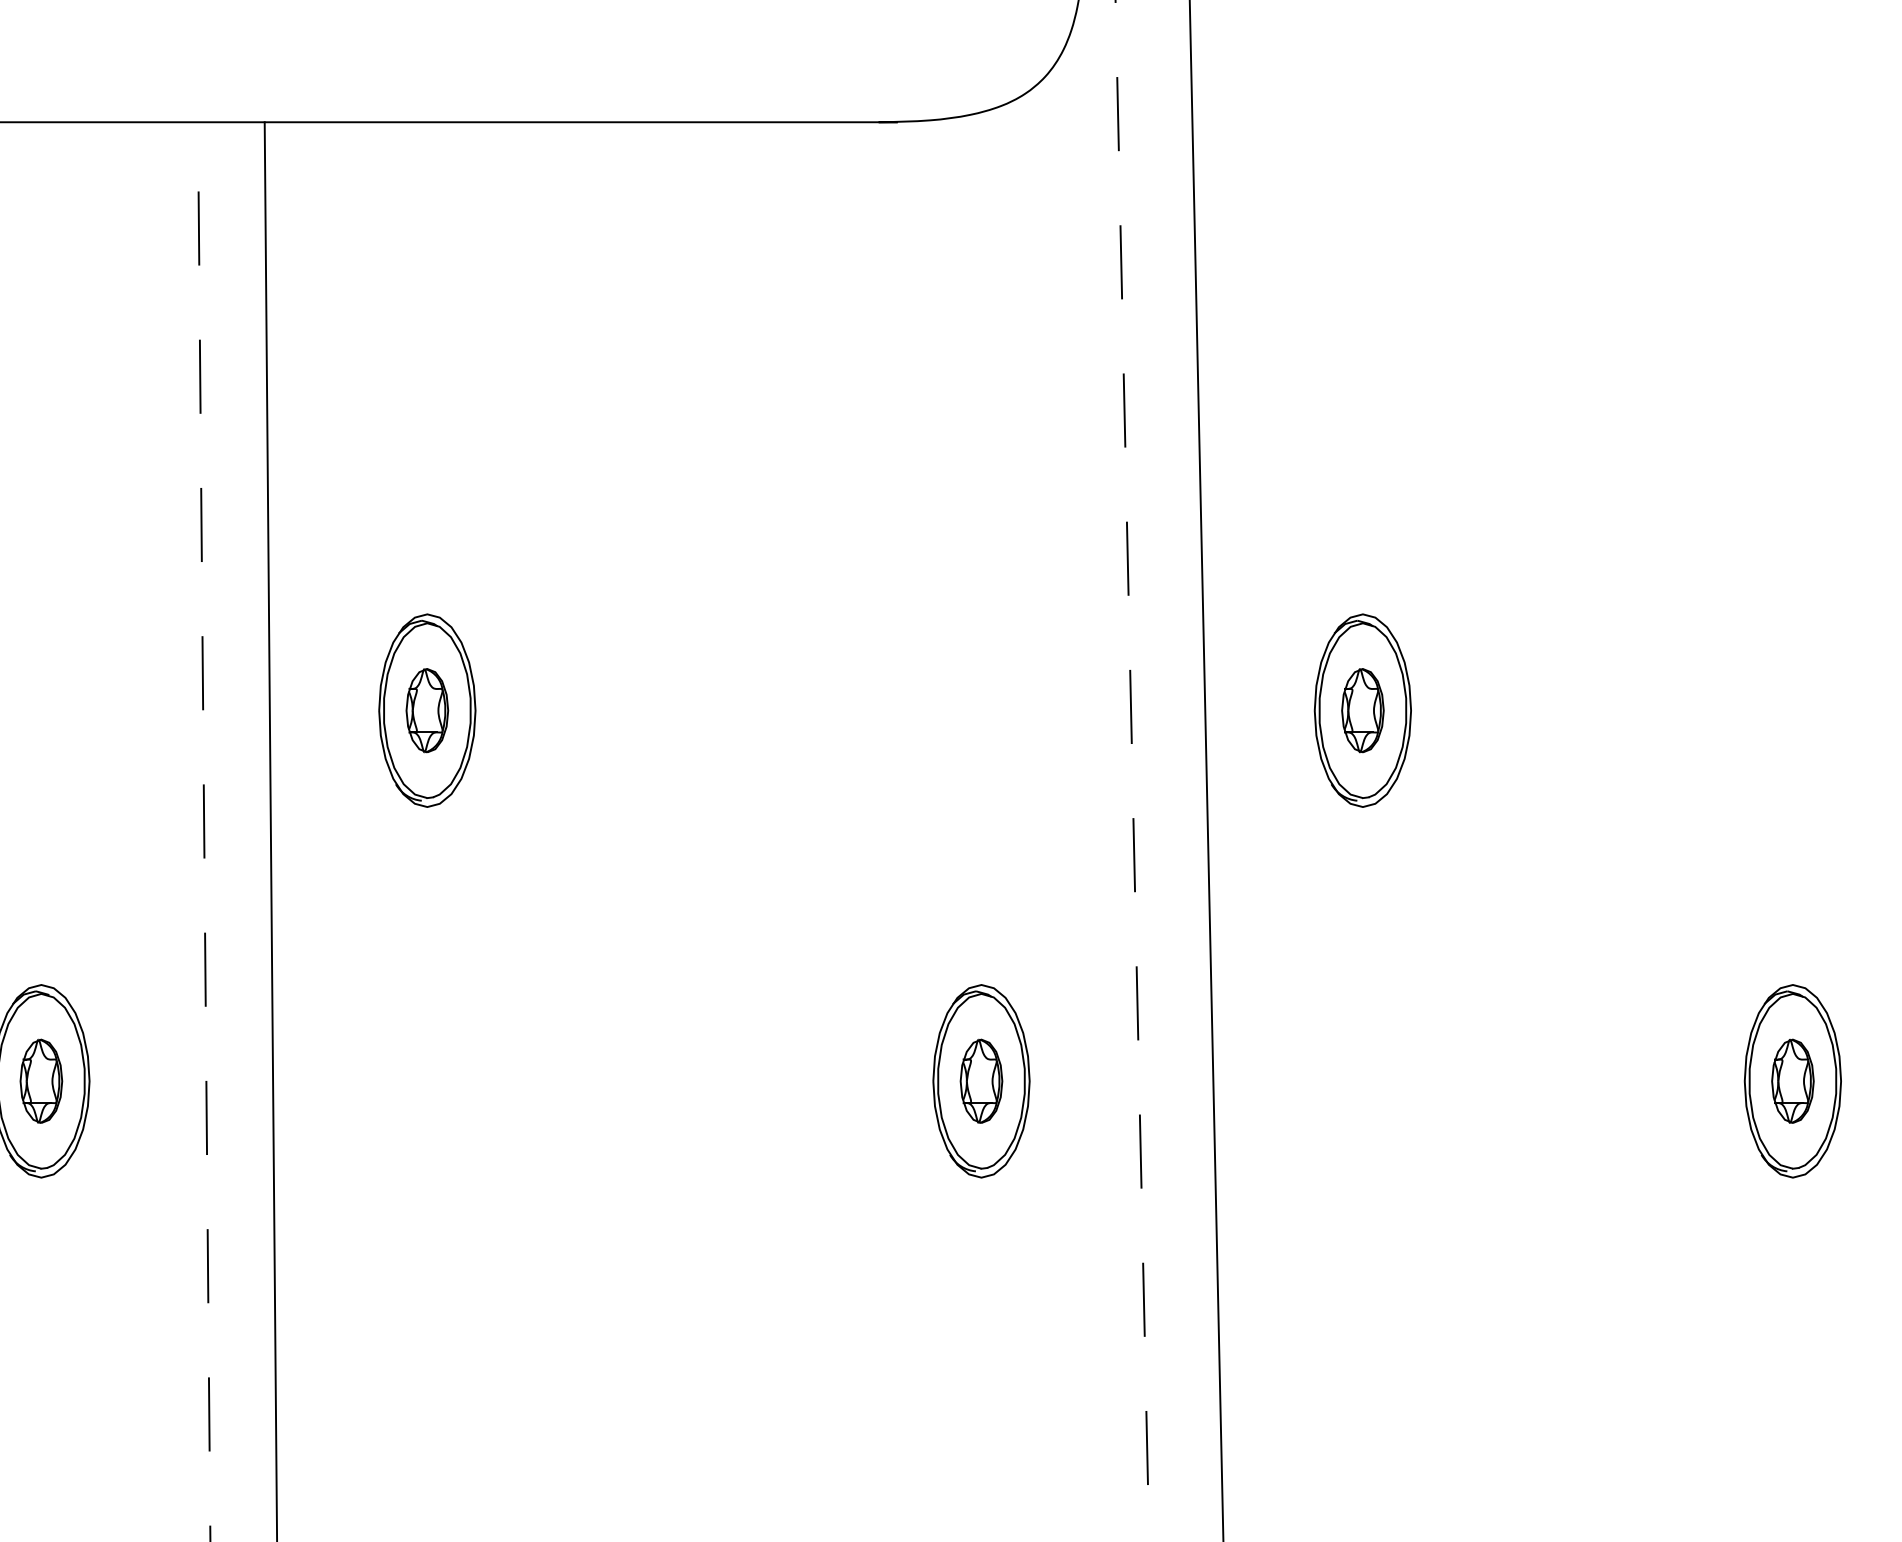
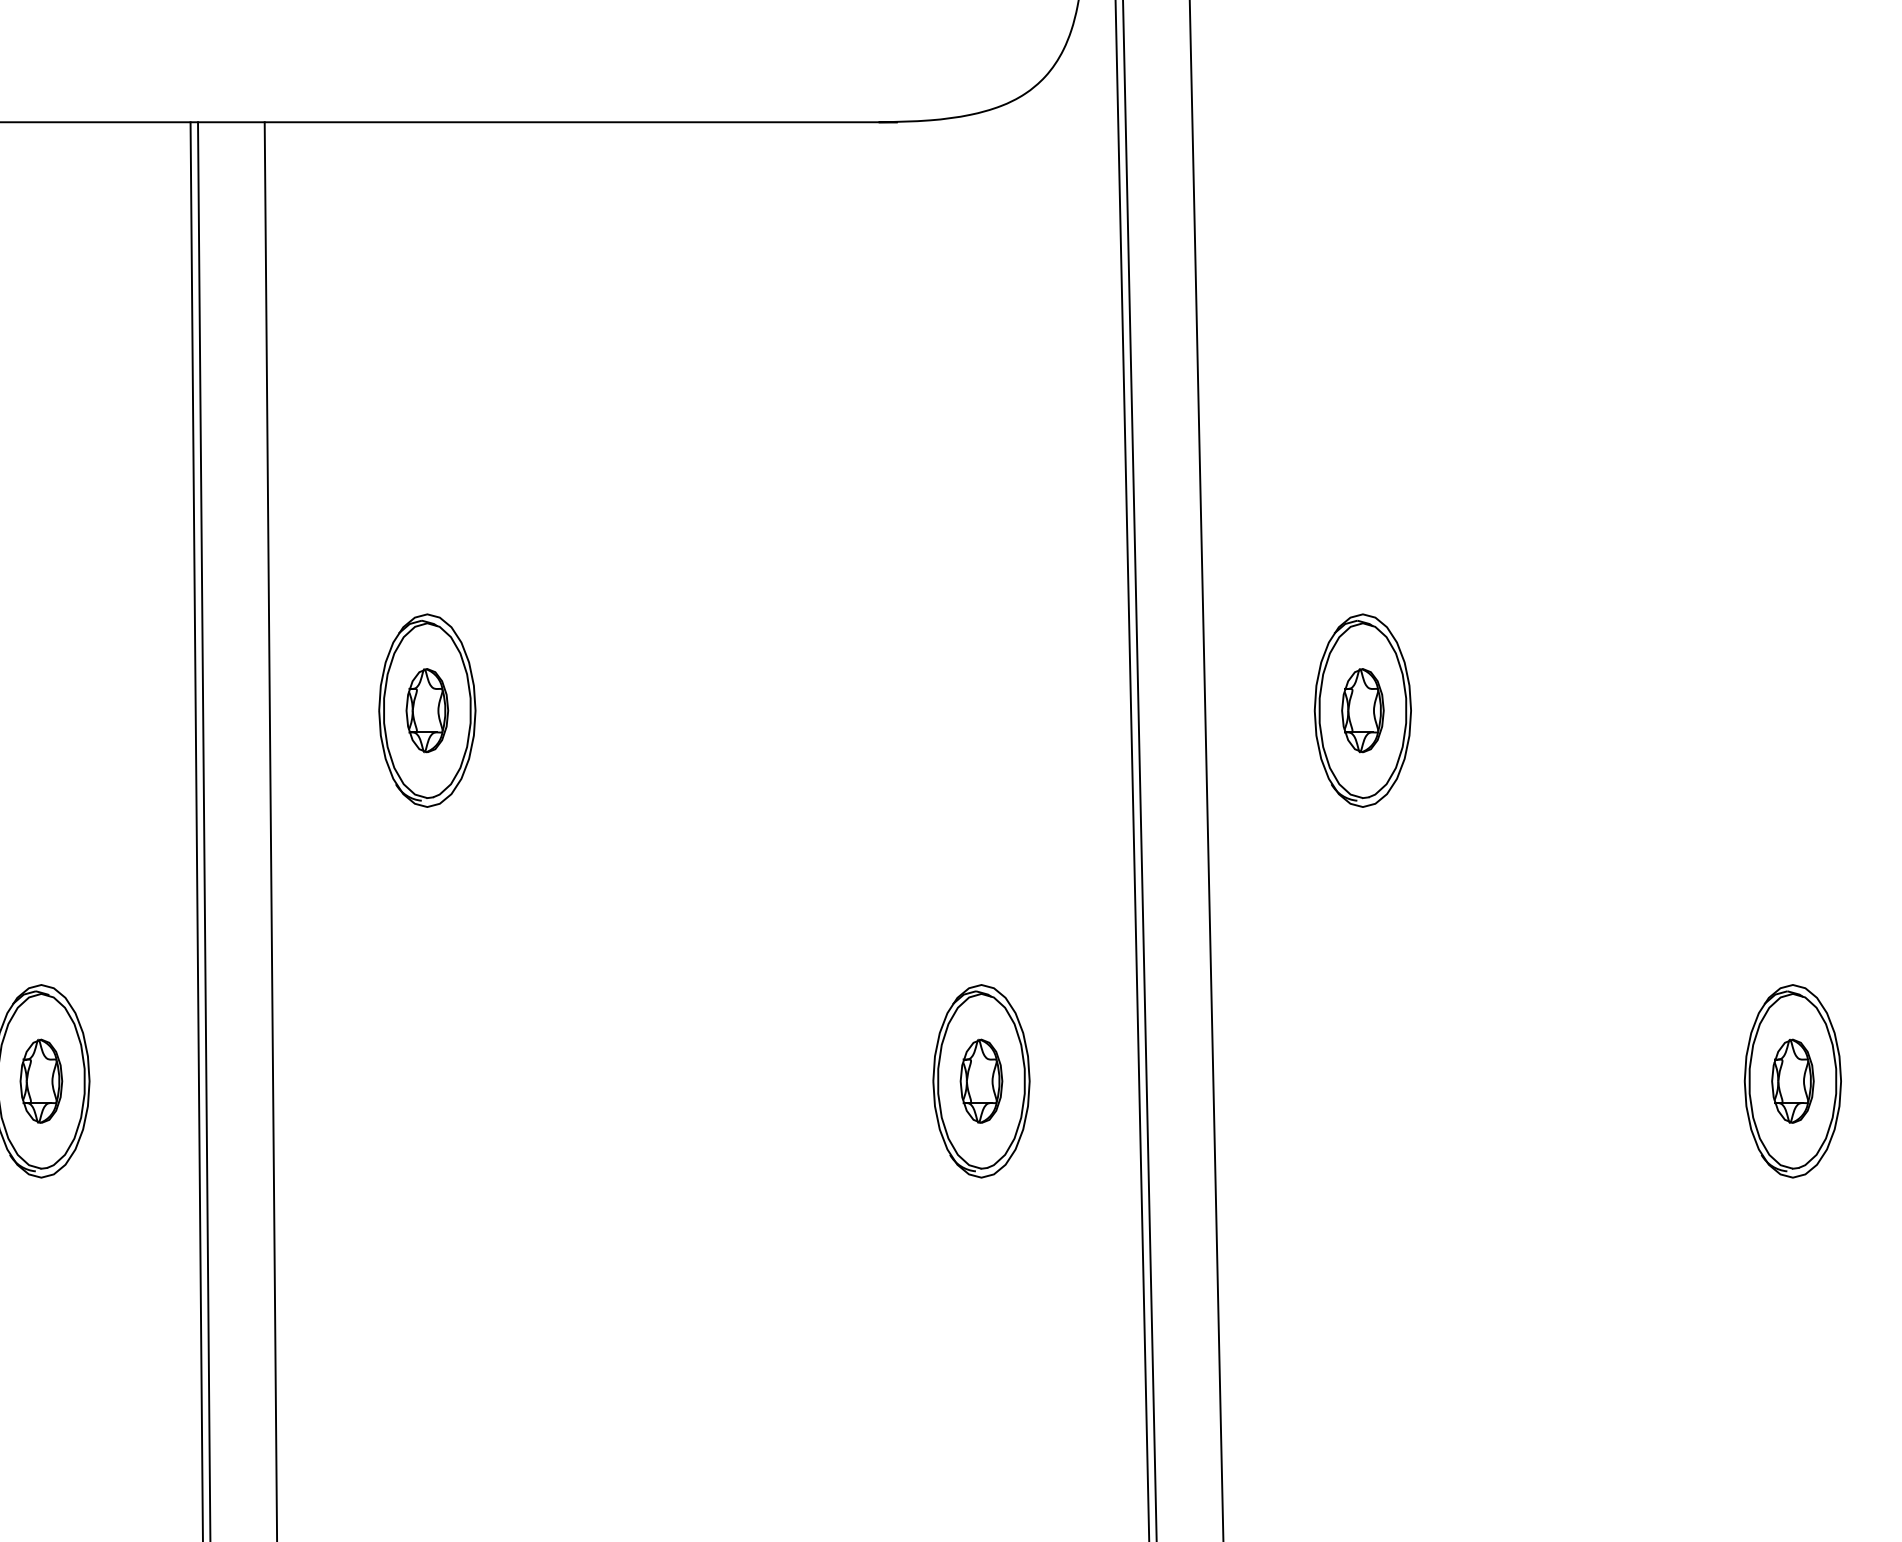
line at (1132, 770): dashed -> solid
line at (1139, 770): none -> present
line at (196, 830): none -> present
line at (204, 831): dashed -> solid
